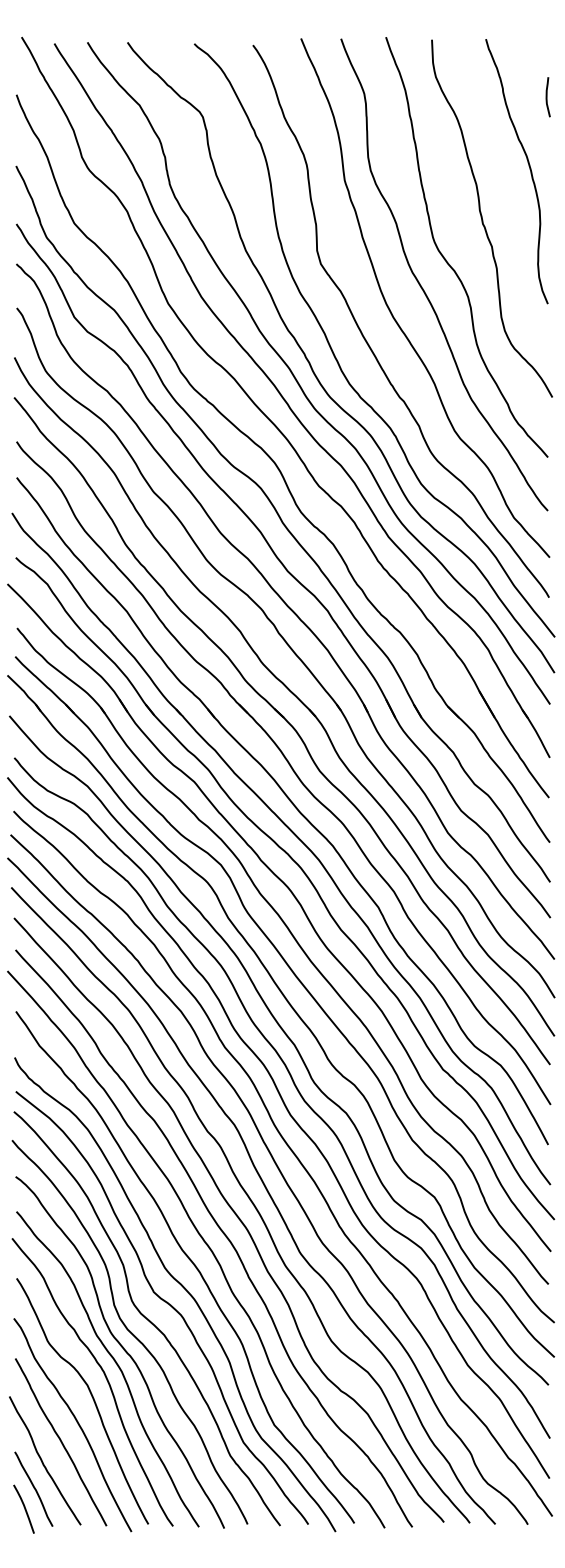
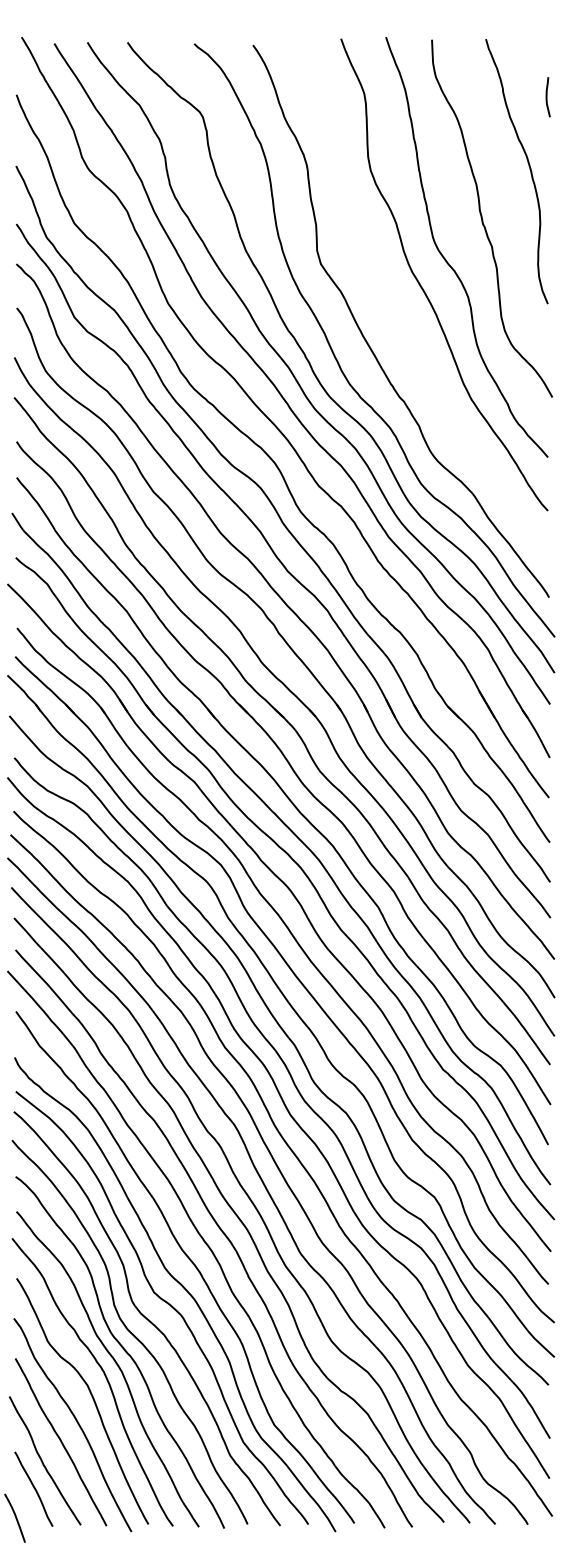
curve at (395, 318): present -> none
curve at (23, 1507) position: (23, 1507) -> (14, 1516)
